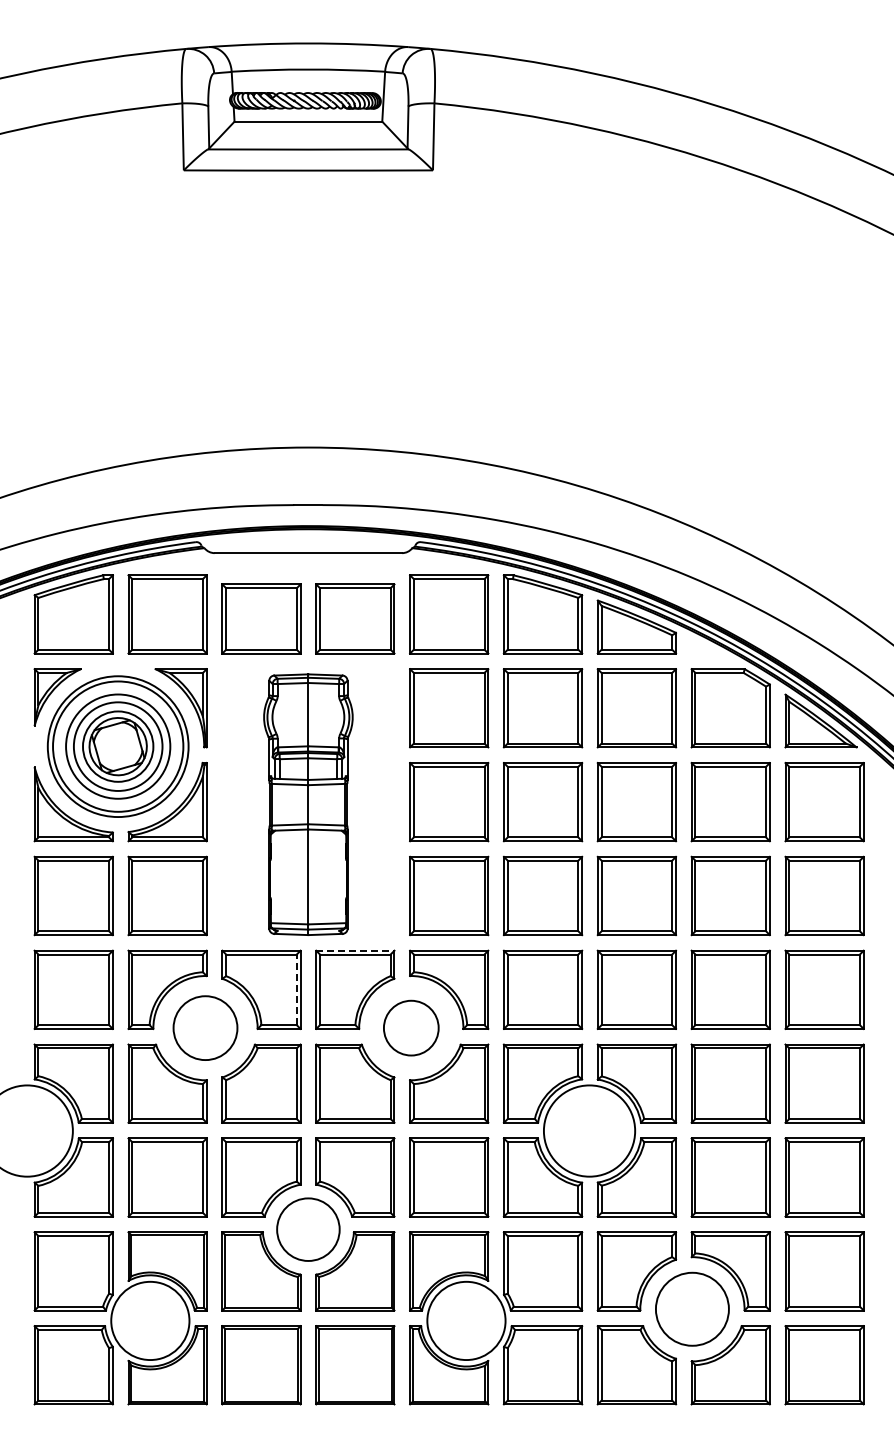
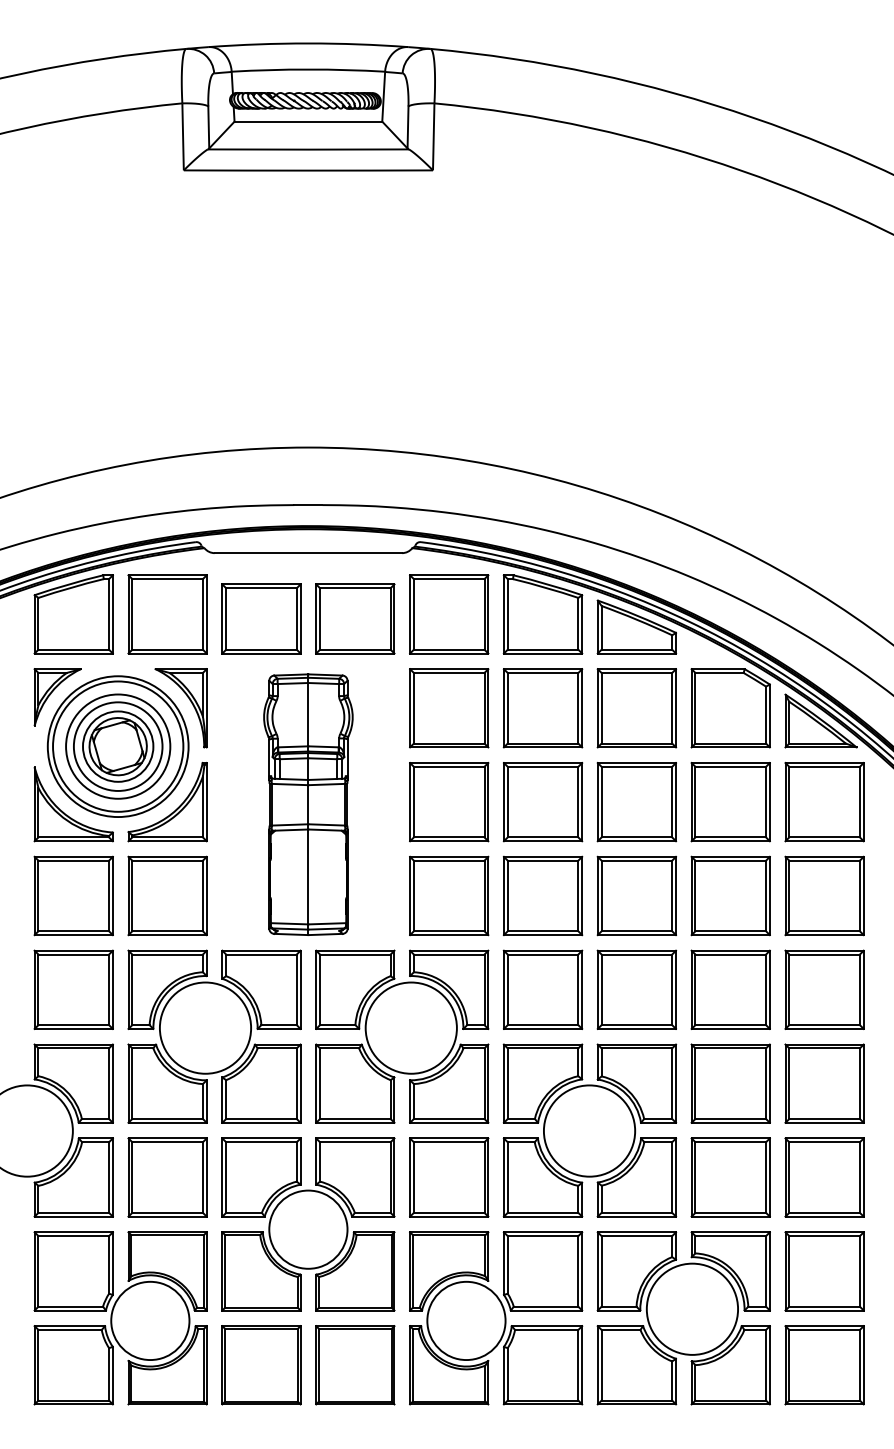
line at (355, 950): dashed -> solid
line at (296, 989): dashed -> solid
circle at (410, 1027) diameter: 55 px -> 91 px
circle at (205, 1028) diameter: 64 px -> 91 px
circle at (308, 1229) diameter: 63 px -> 78 px
circle at (691, 1308) diameter: 73 px -> 91 px
